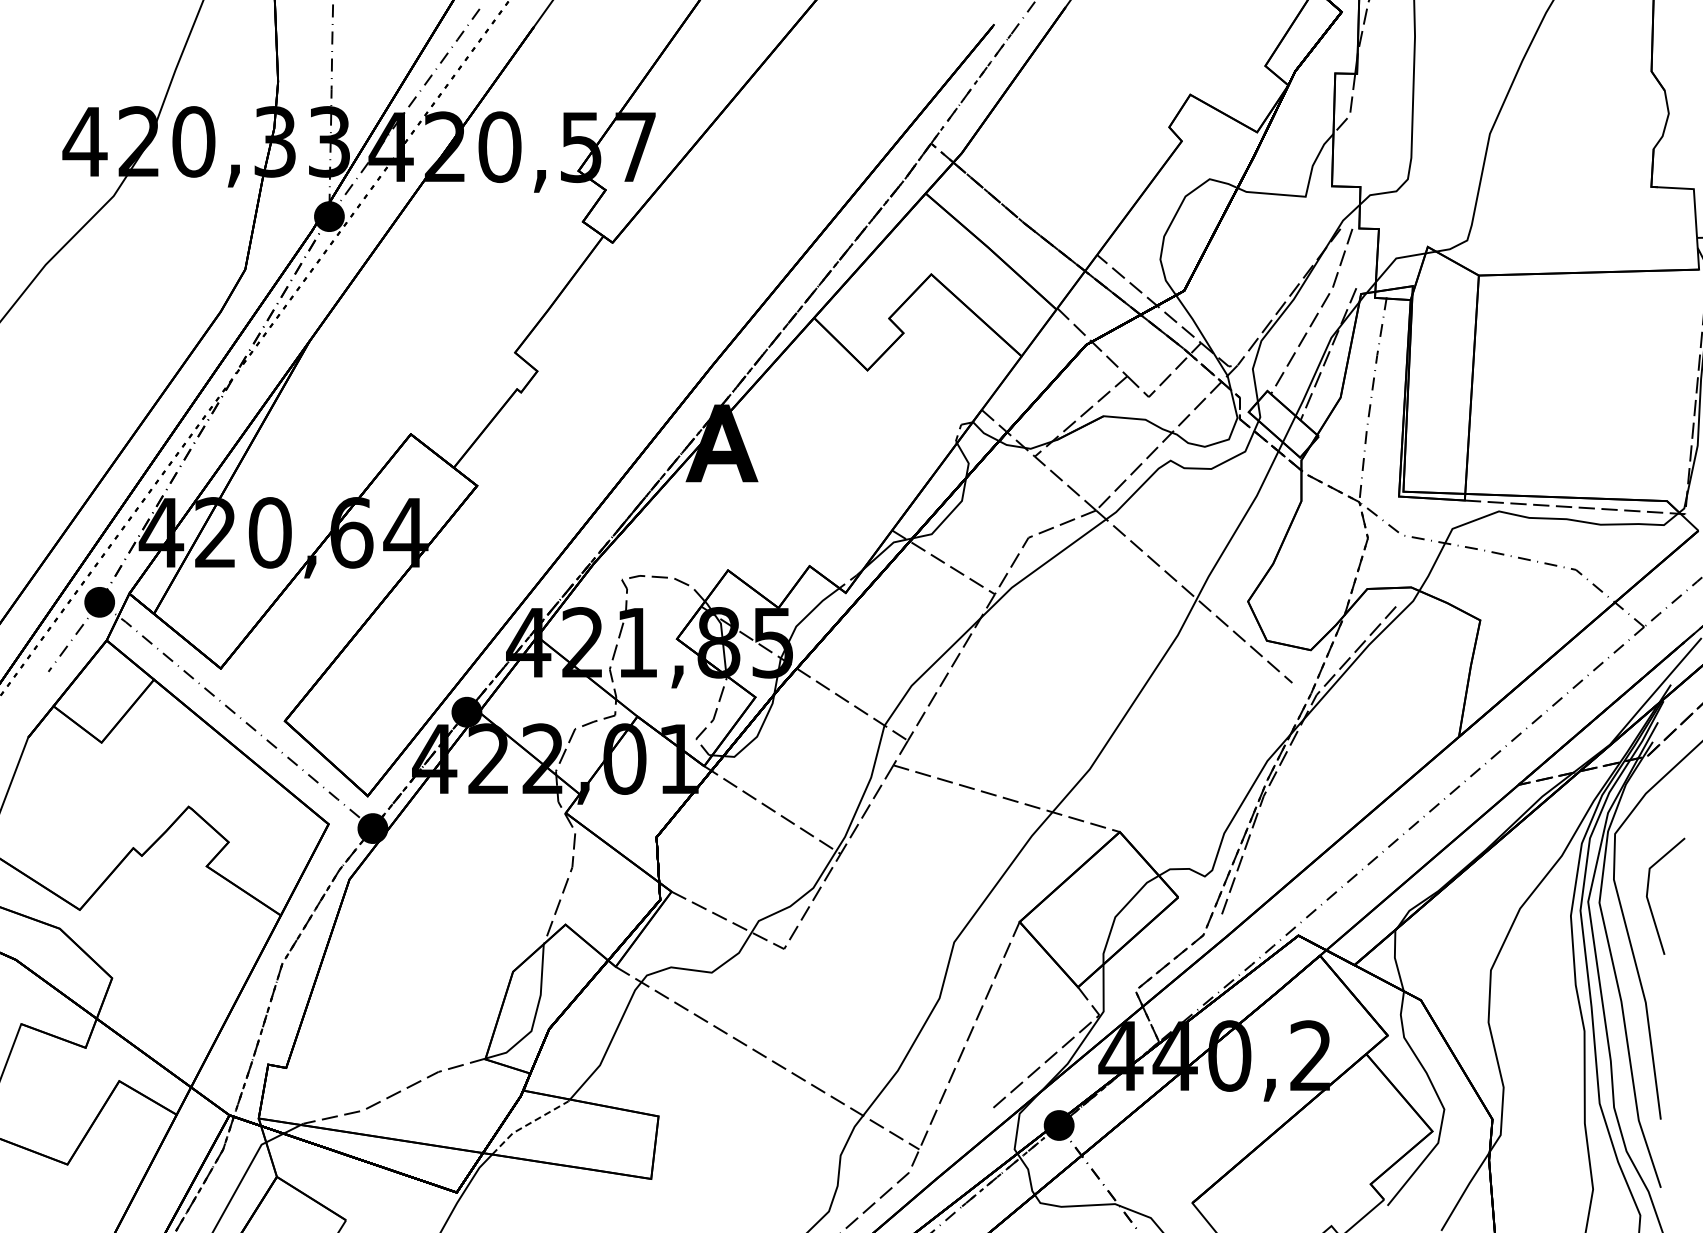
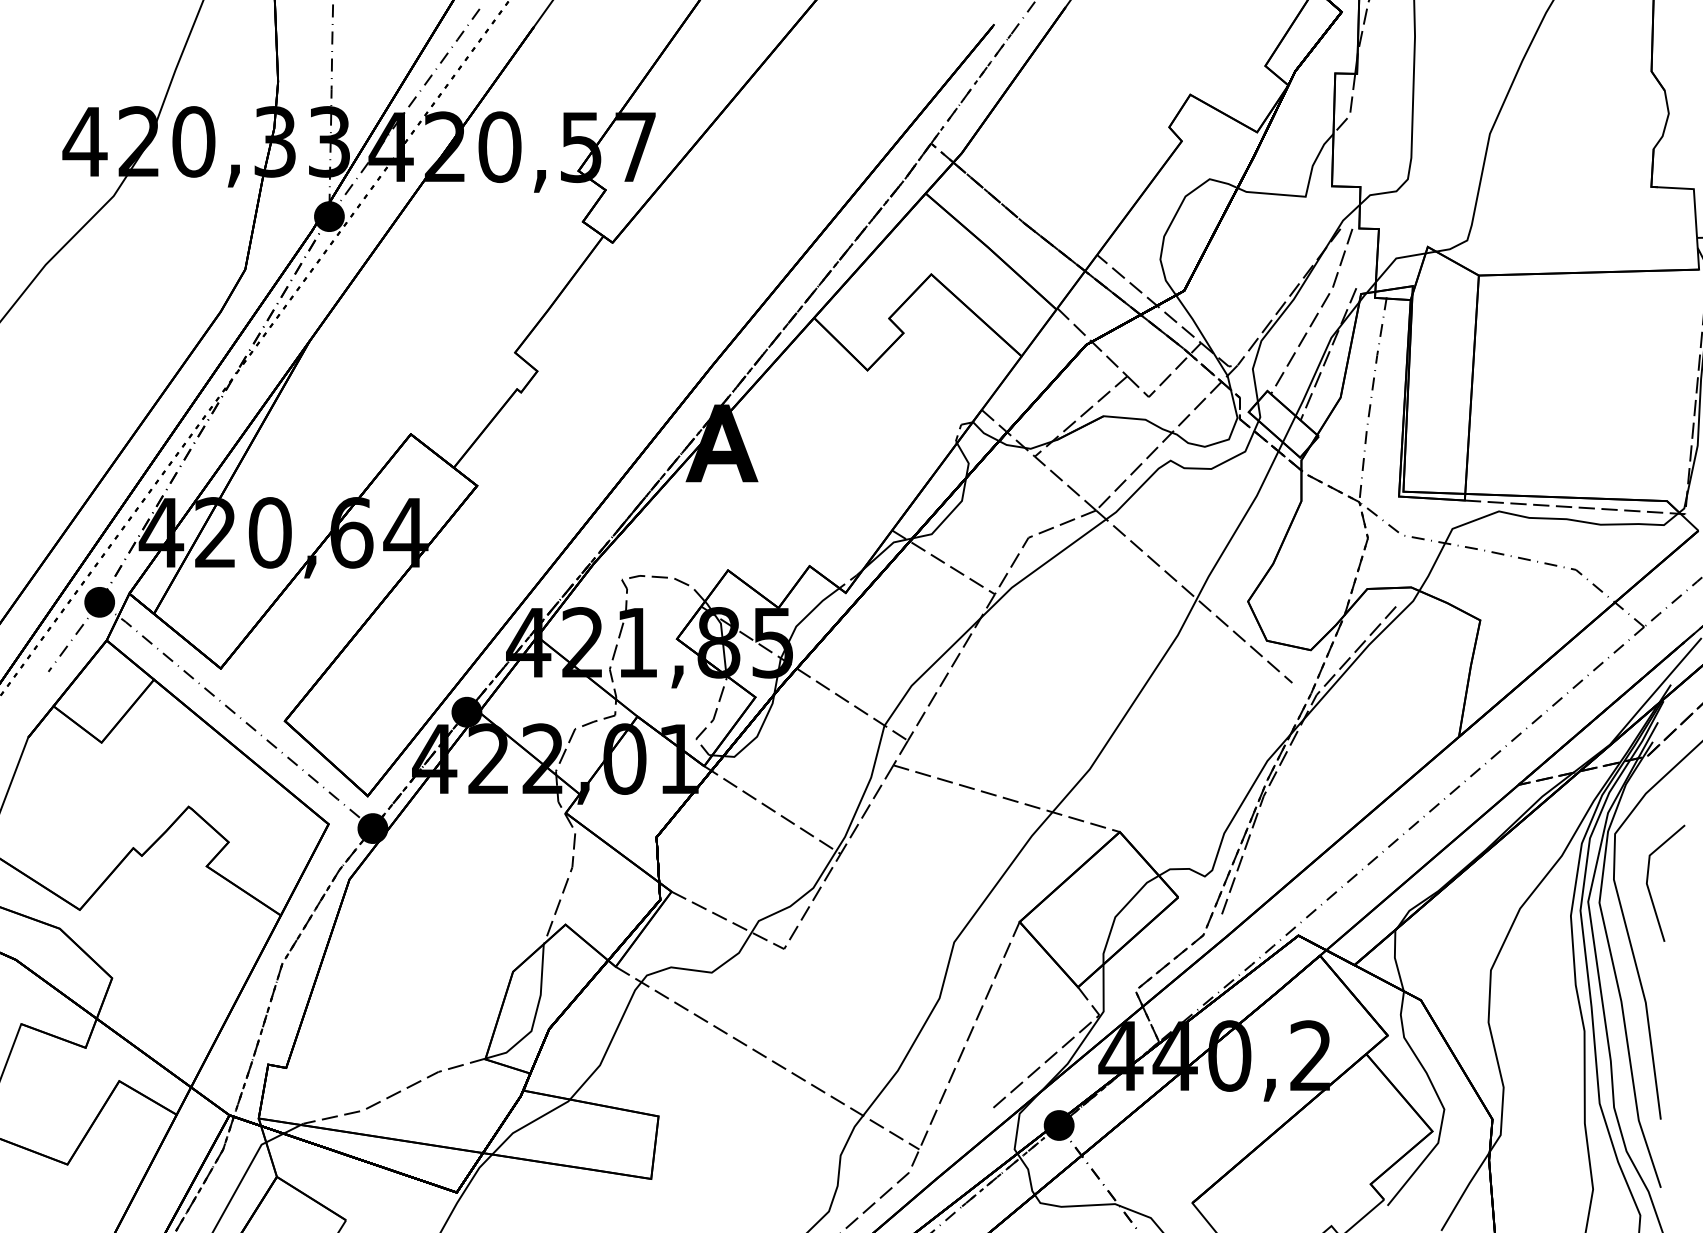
line at (1649, 901) position: (1649, 901) -> (1649, 888)
line at (529, 1123): dashed -> solid
